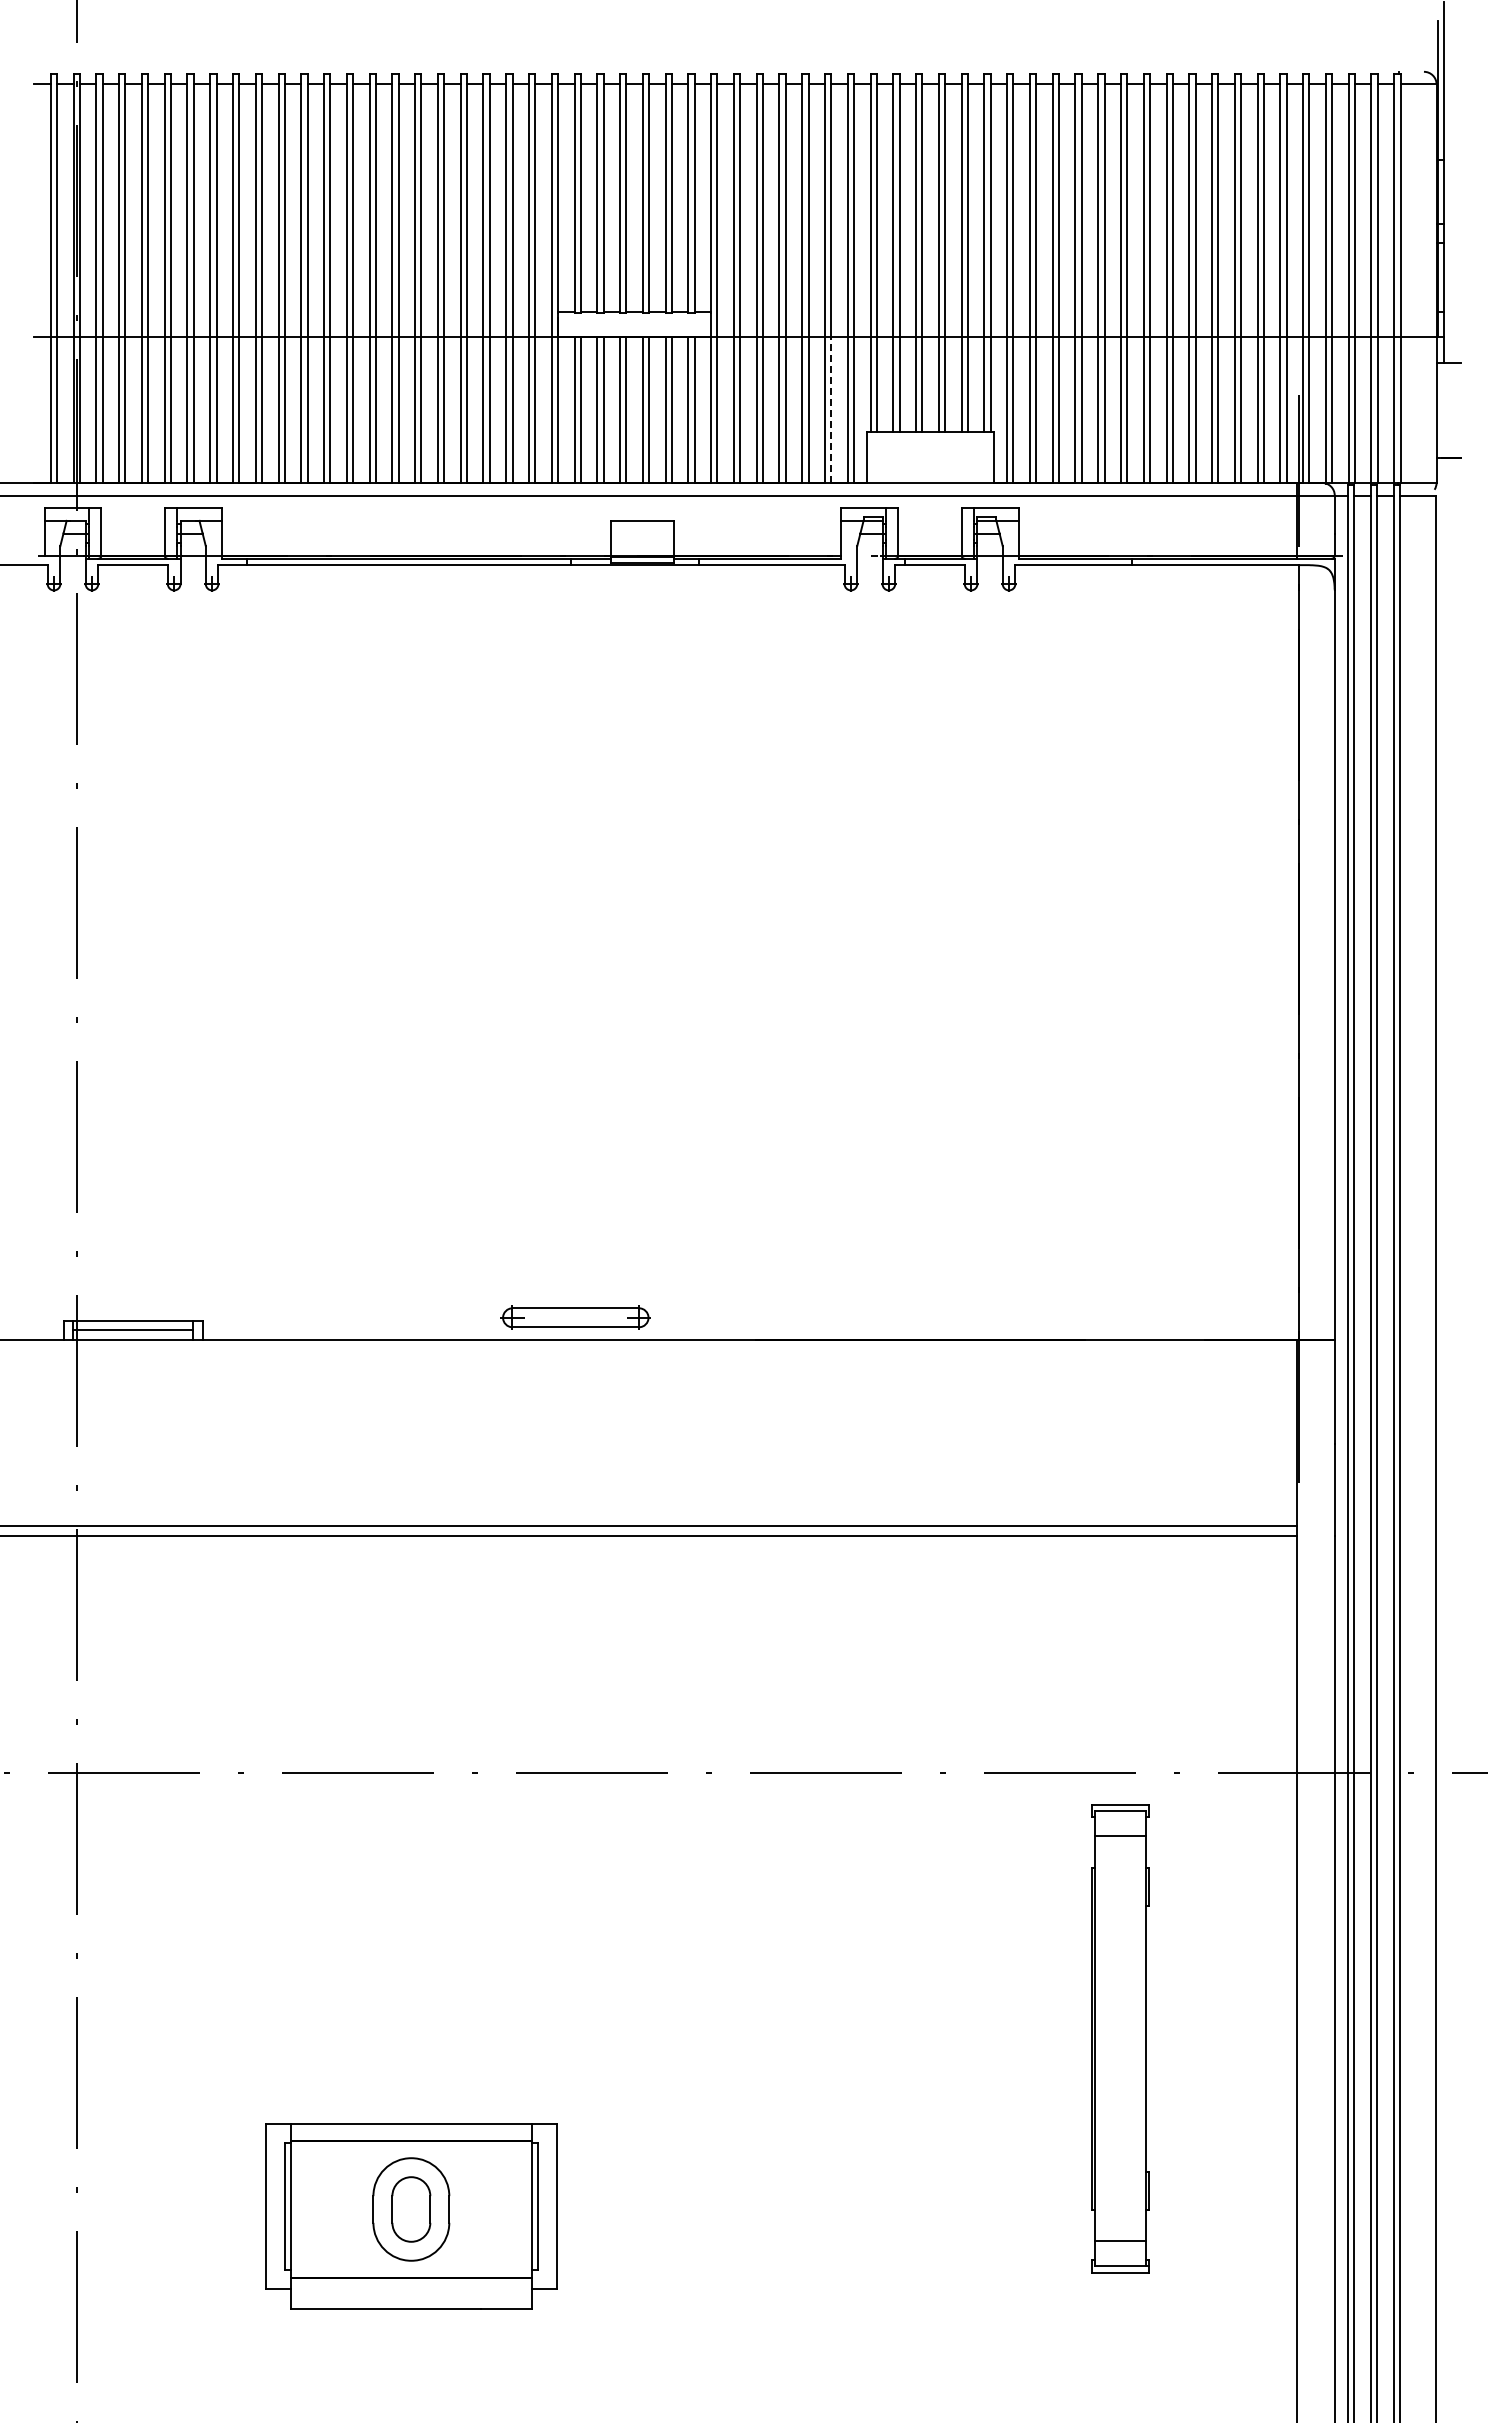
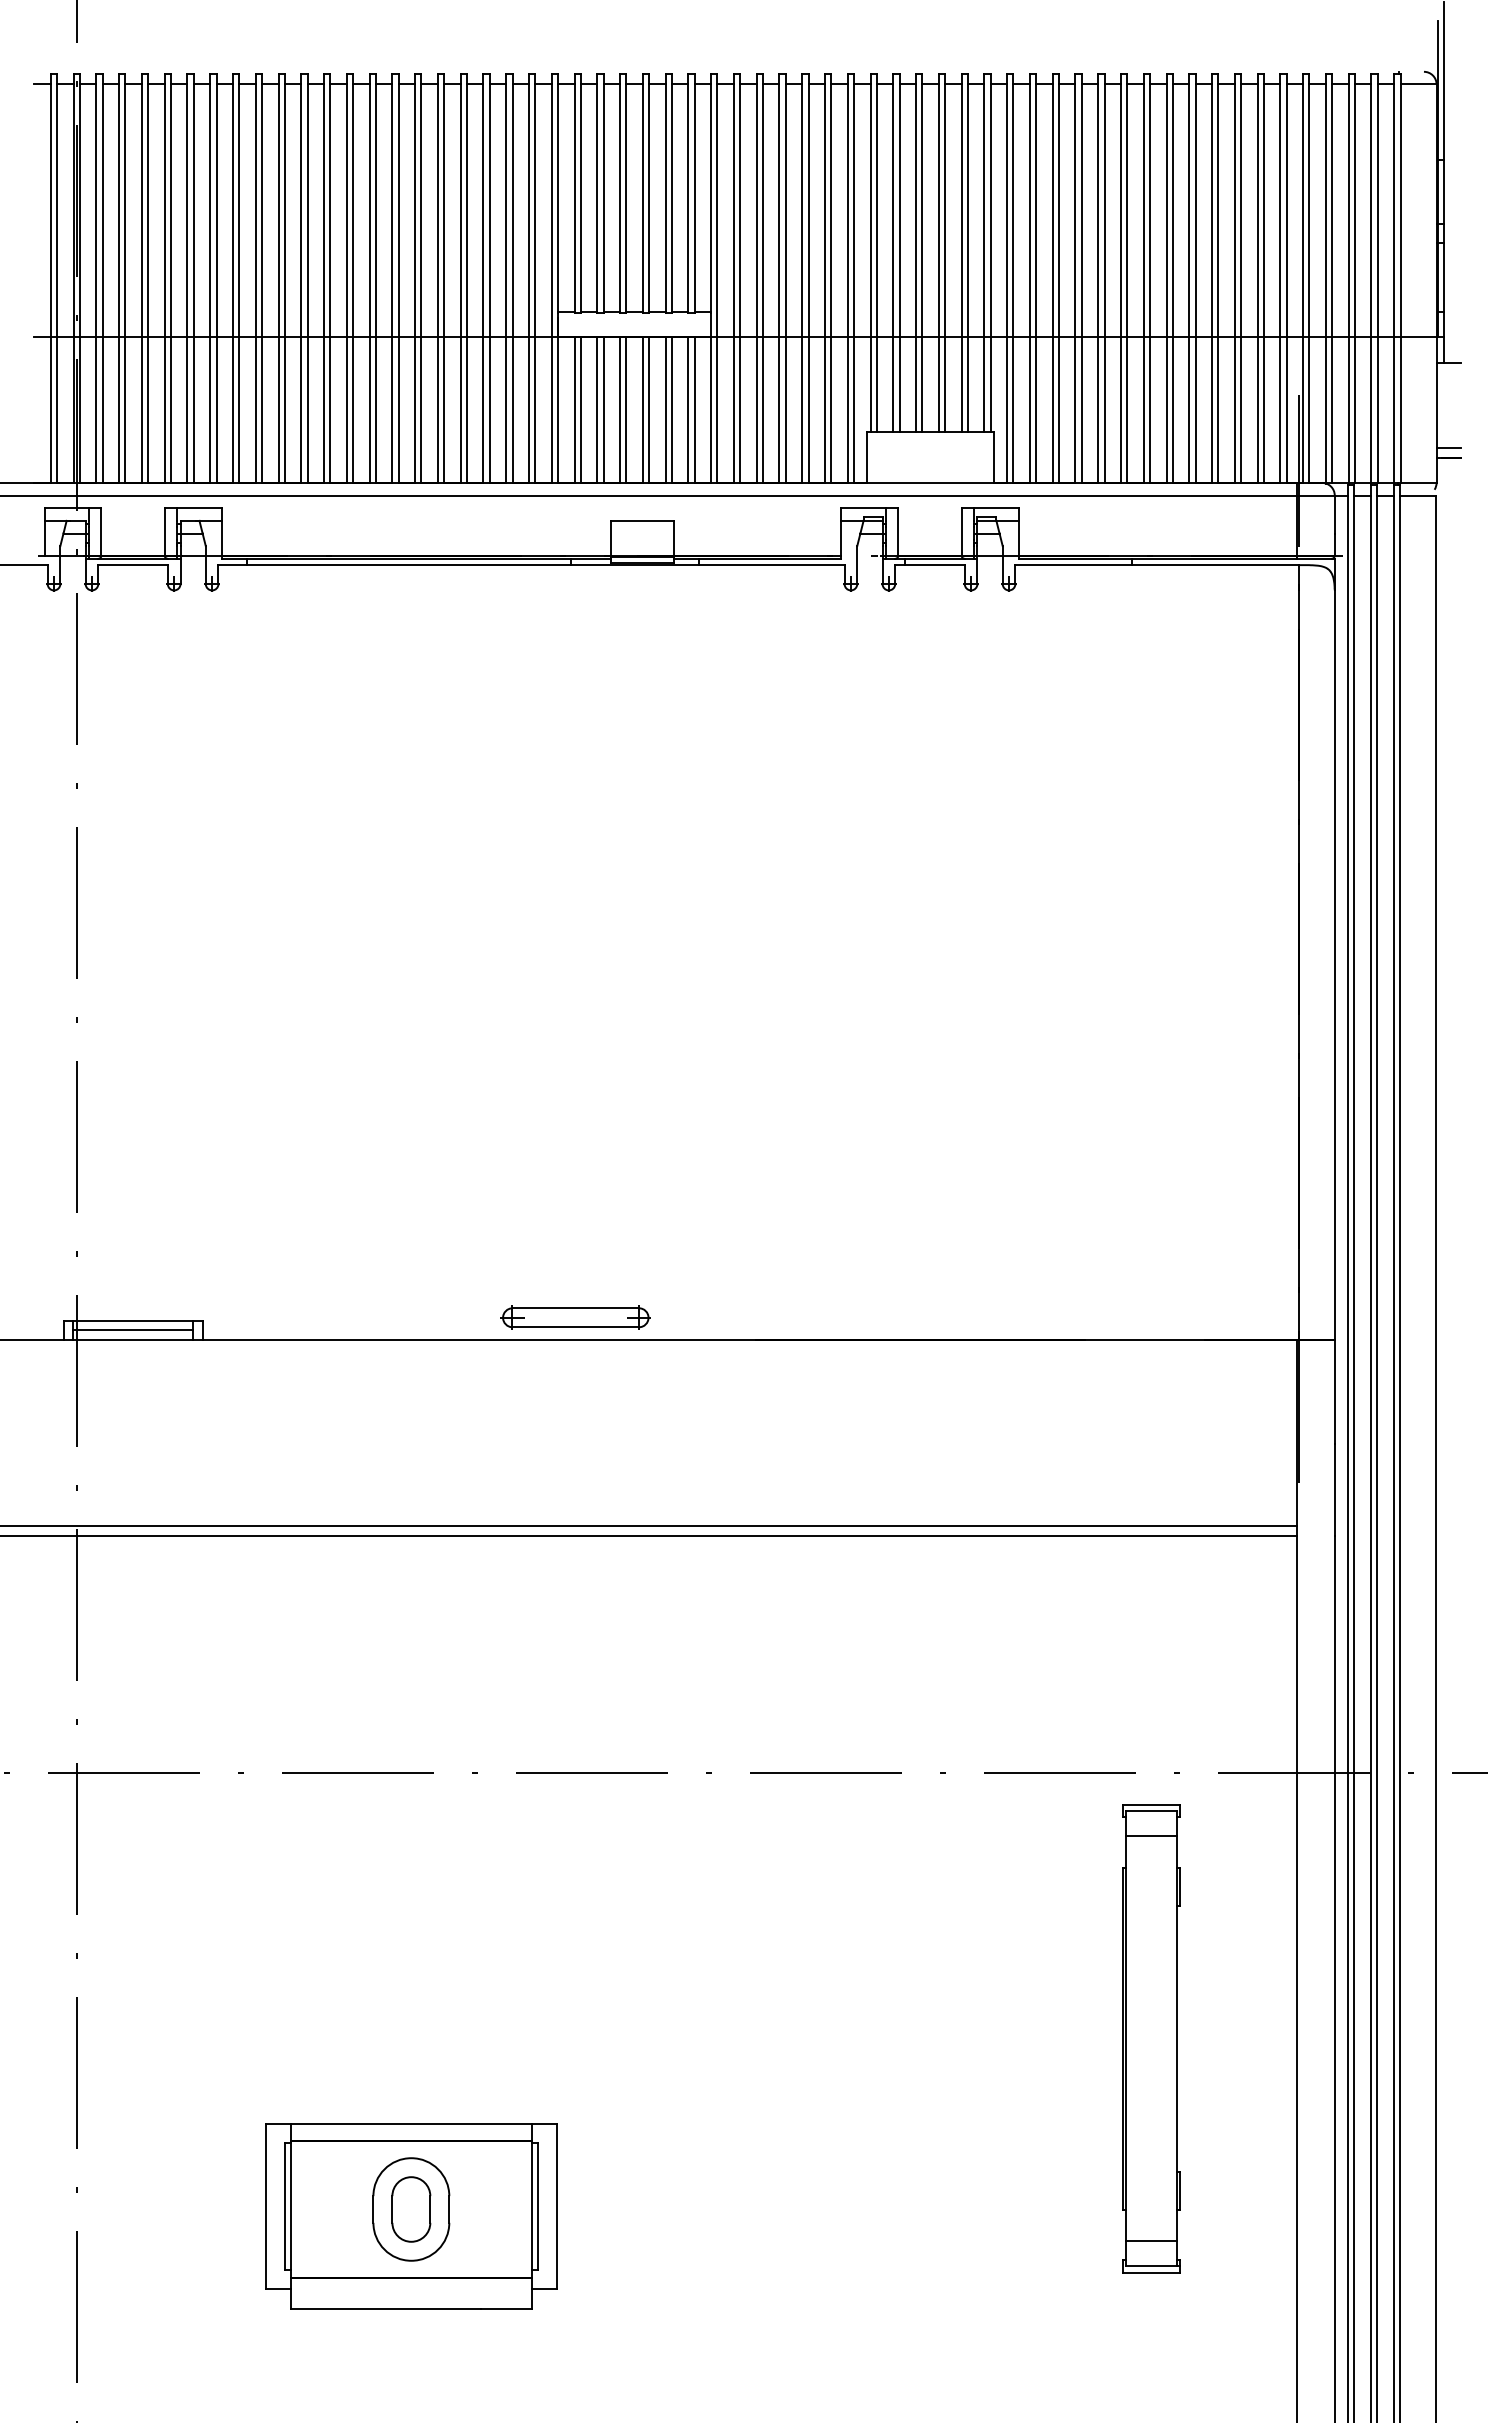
line at (831, 410): dashed -> solid
line at (1448, 448): none -> present
part at (1120, 2038) position: (1120, 2038) -> (1151, 2038)
